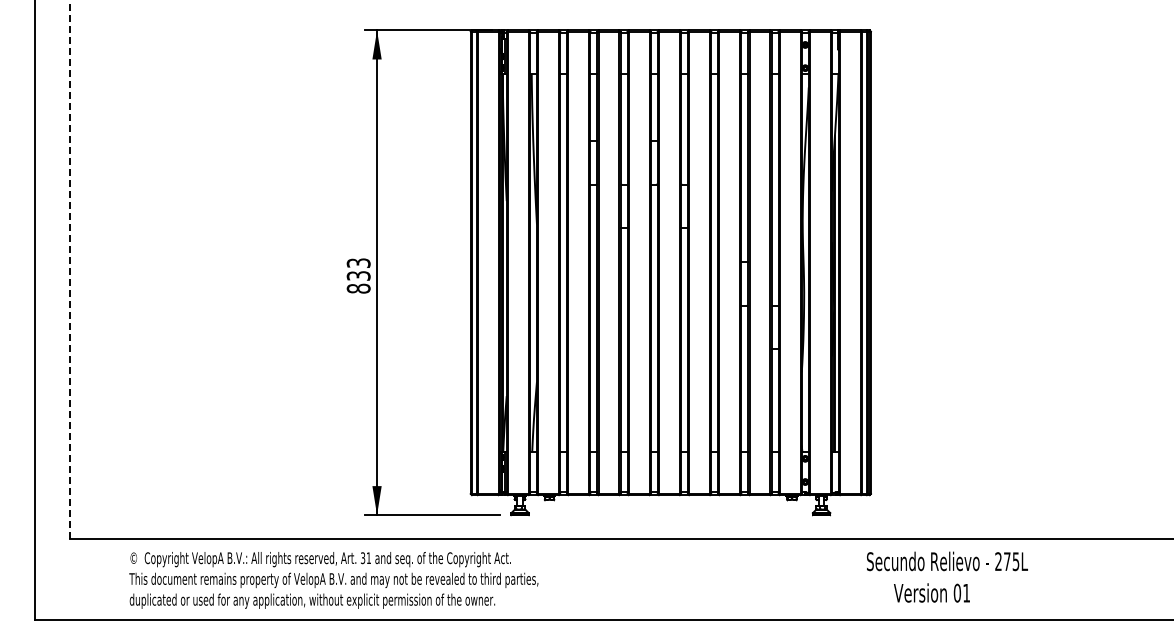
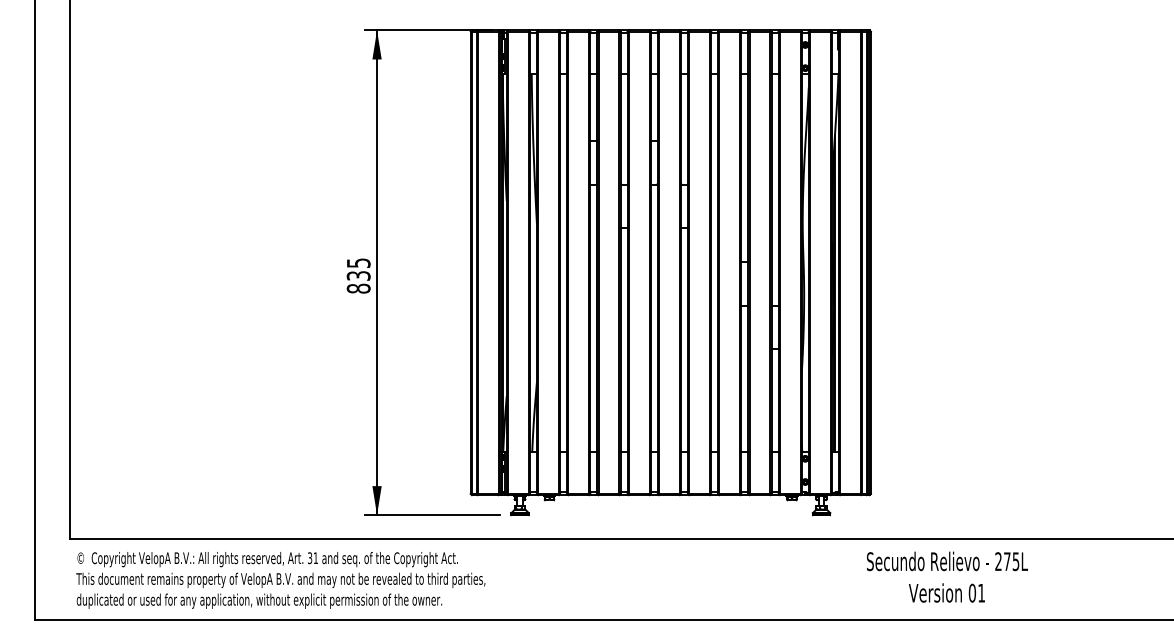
text at (357, 262): 833 -> 835
line at (70, 269): dashed -> solid
text at (333, 580) position: (333, 580) -> (280, 580)
text at (931, 592) position: (931, 592) -> (946, 592)
